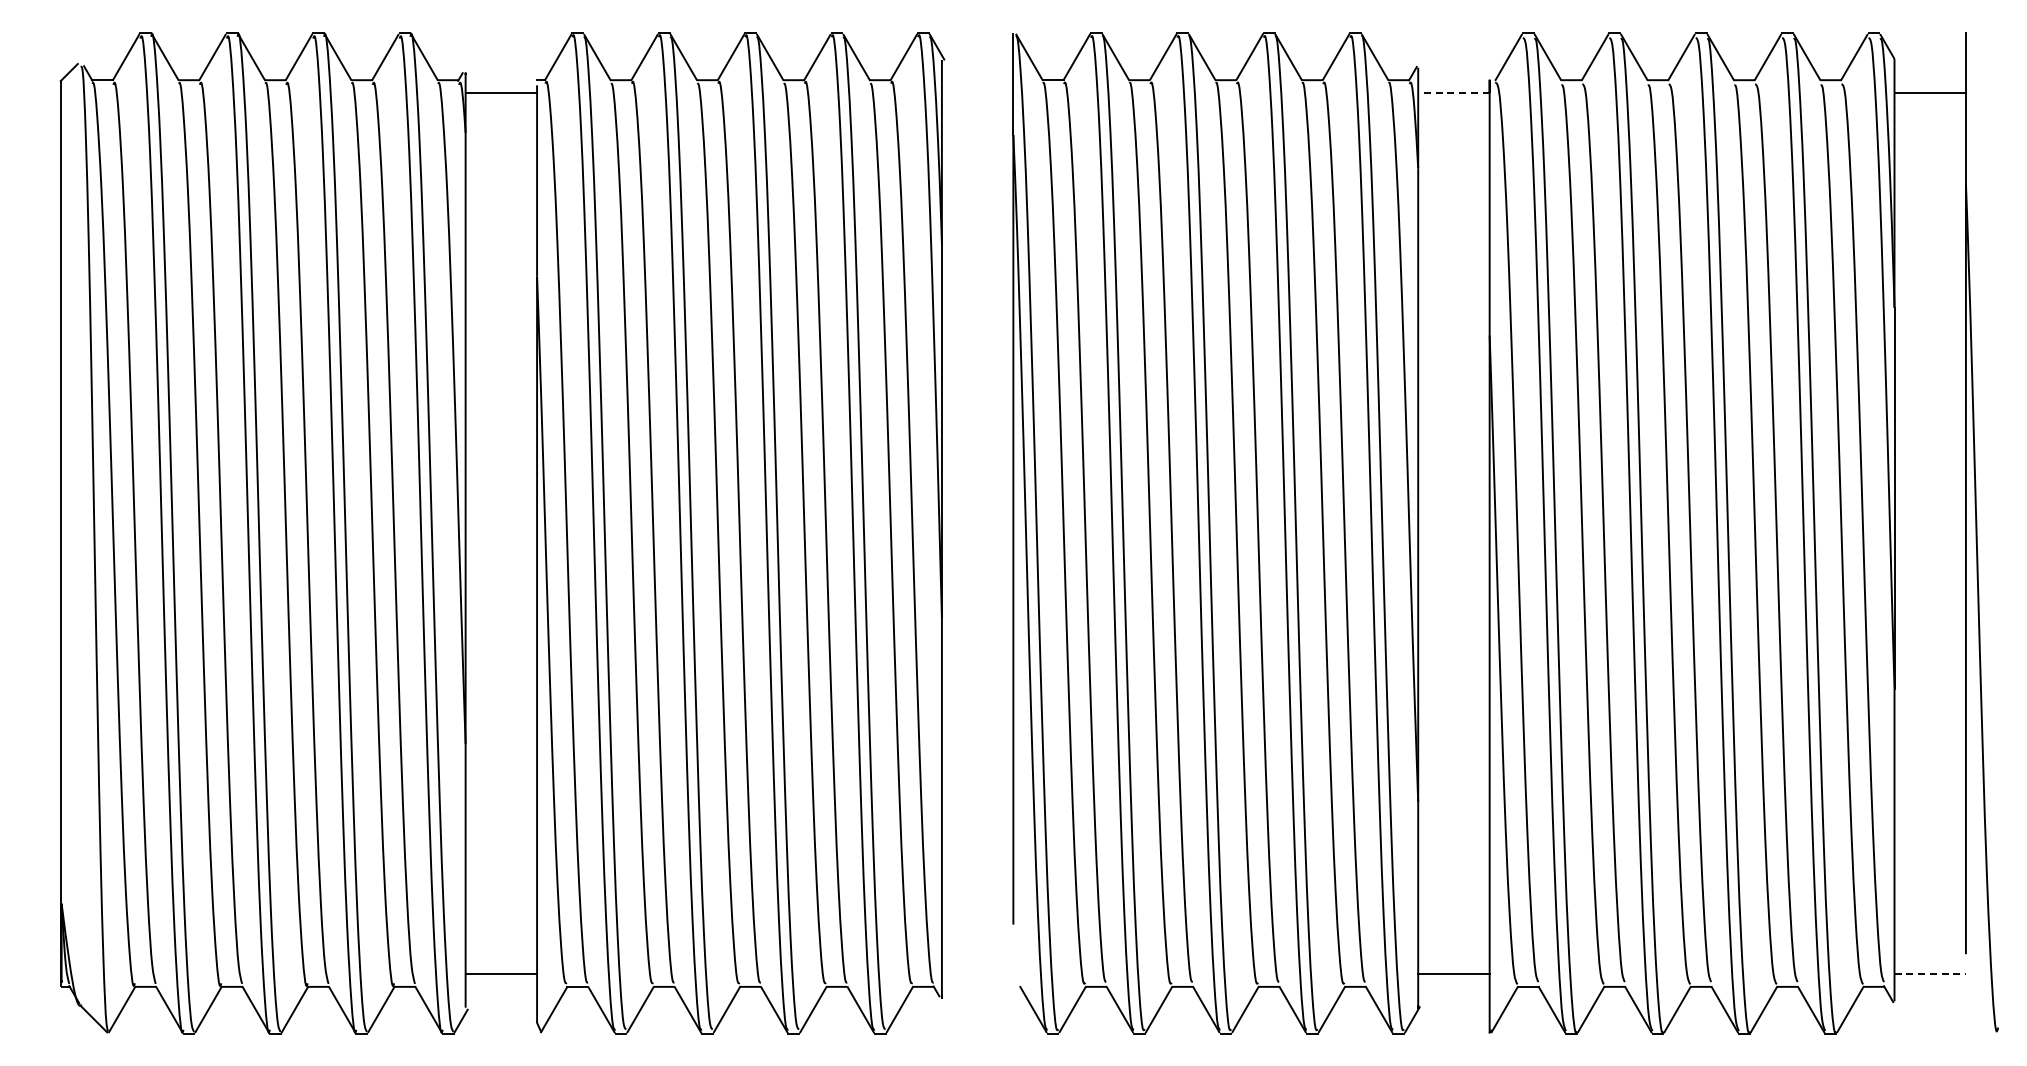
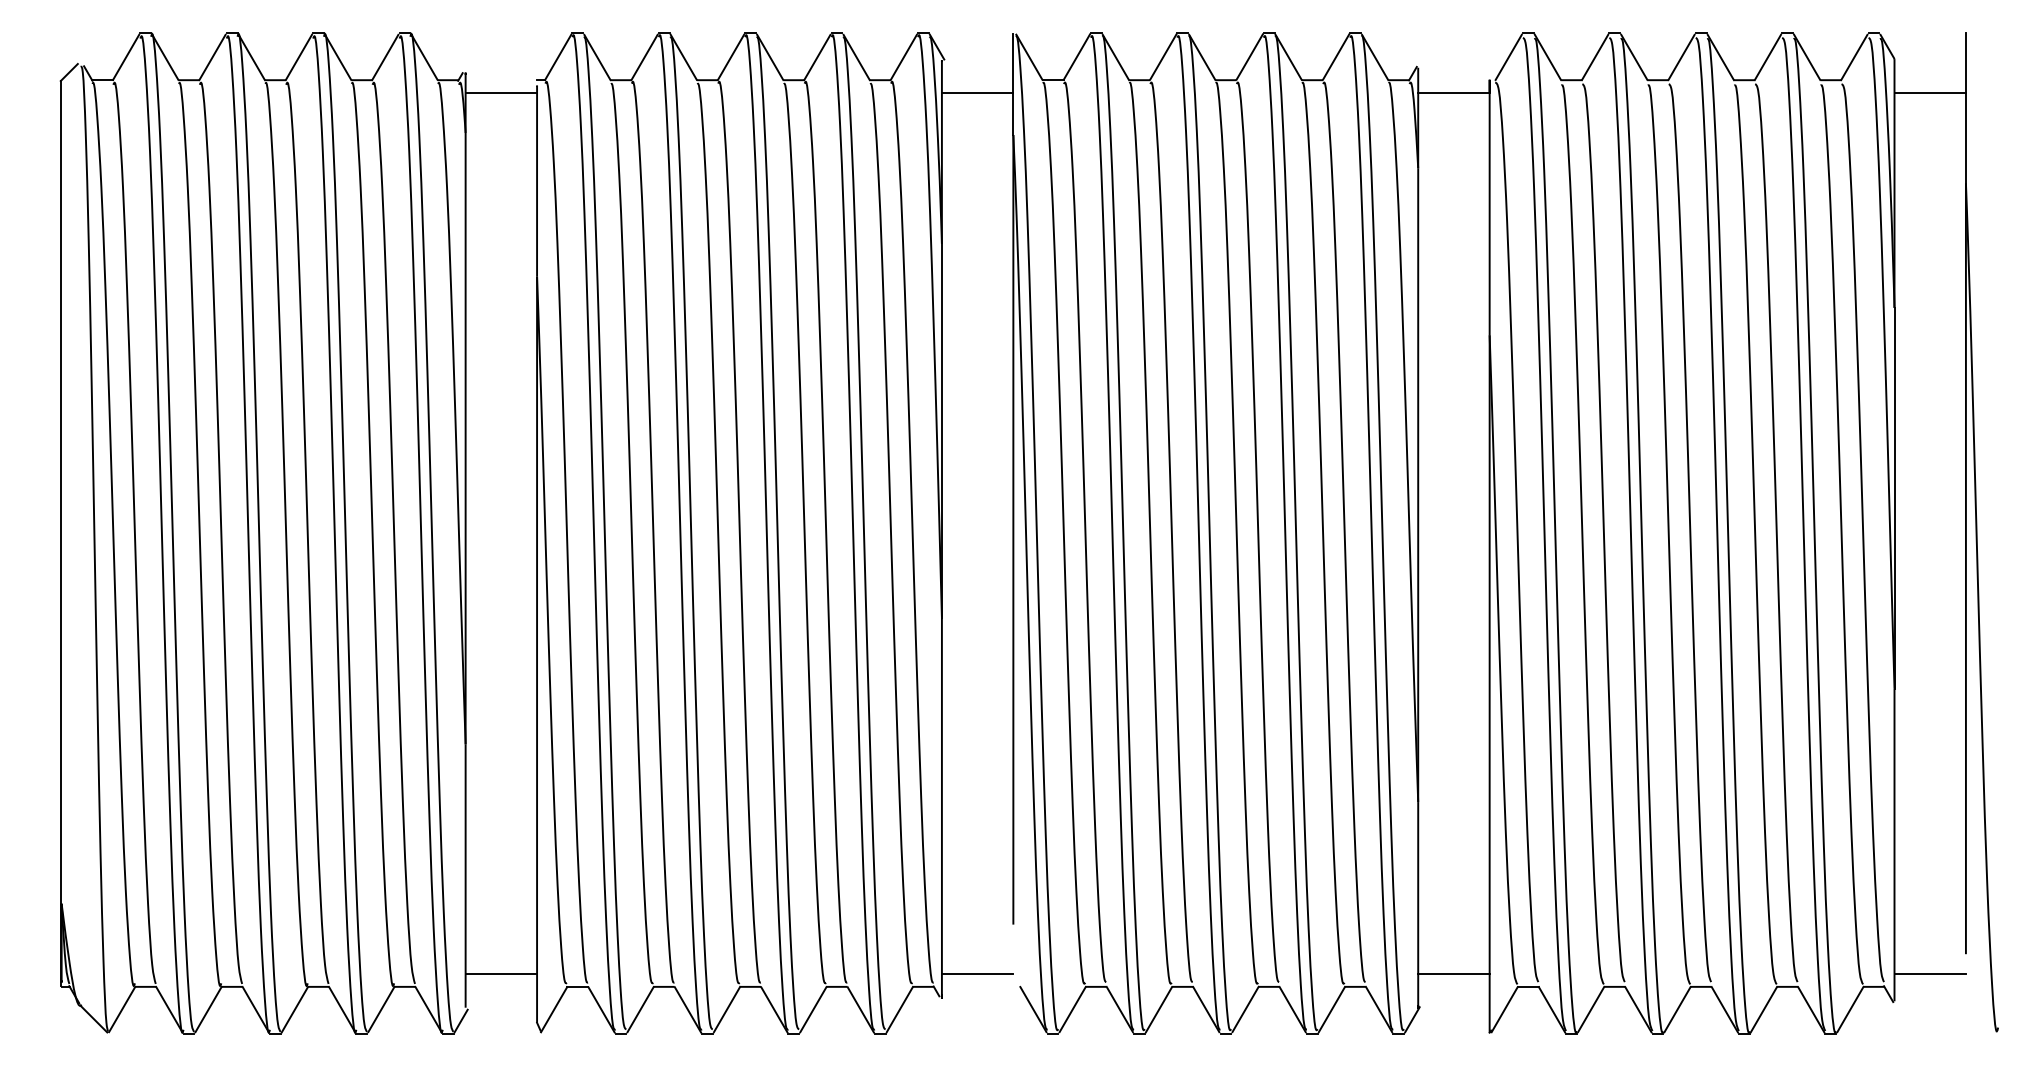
line at (977, 92): none -> present
line at (1453, 92): dashed -> solid
line at (977, 974): none -> present
line at (1930, 974): dashed -> solid
